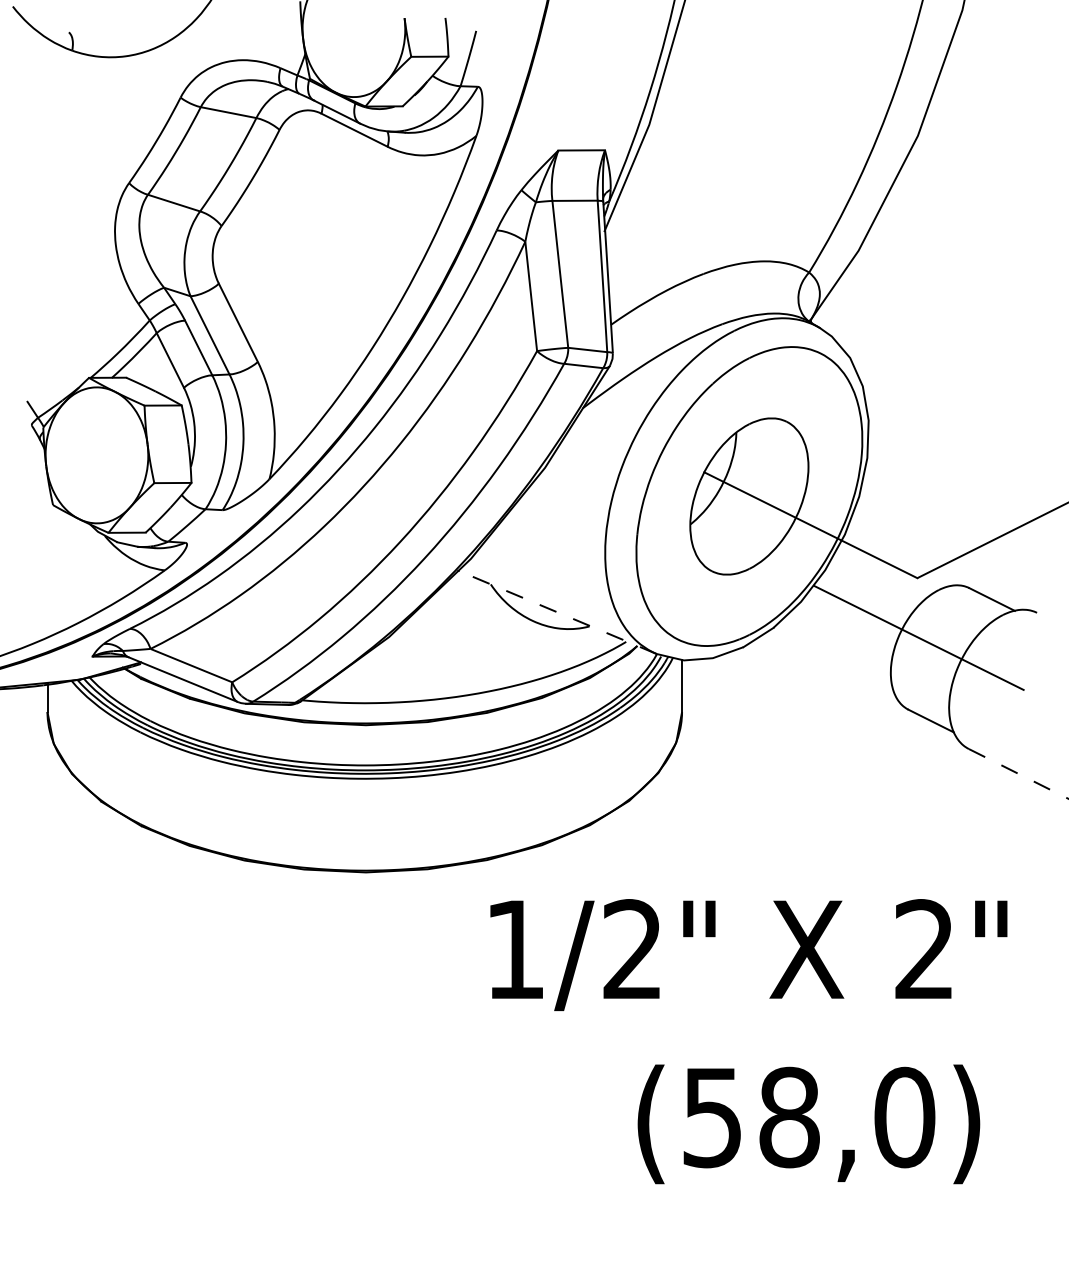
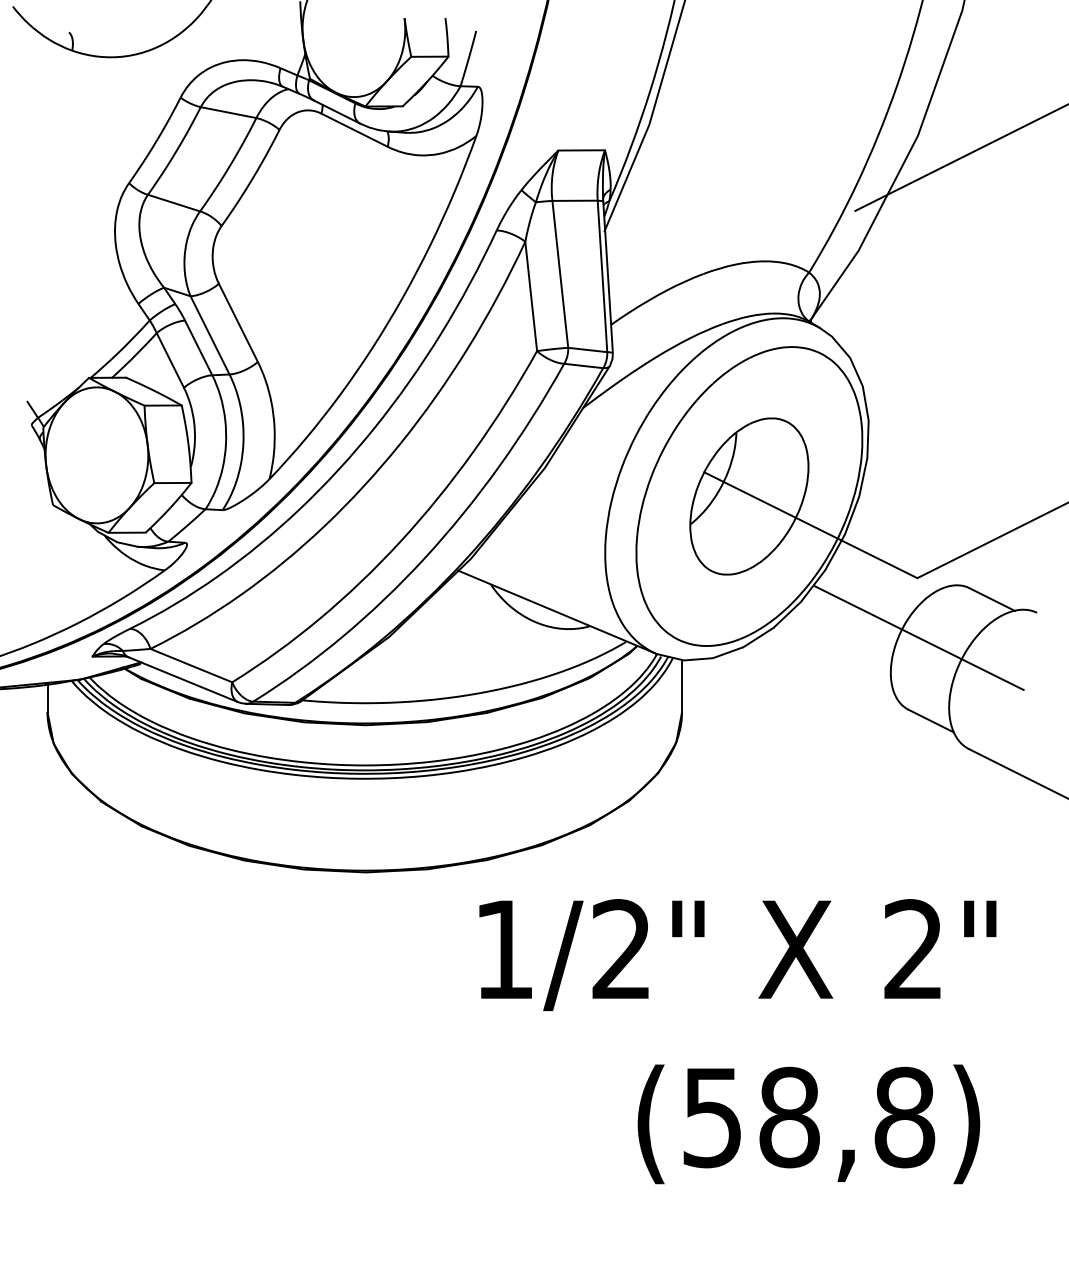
line at (959, 158): none -> present
line at (557, 612): dashed -> solid
line at (1018, 774): dashed -> solid
text at (748, 954) position: (748, 954) -> (737, 954)
text at (904, 1117): (58,0) -> (58,8)
